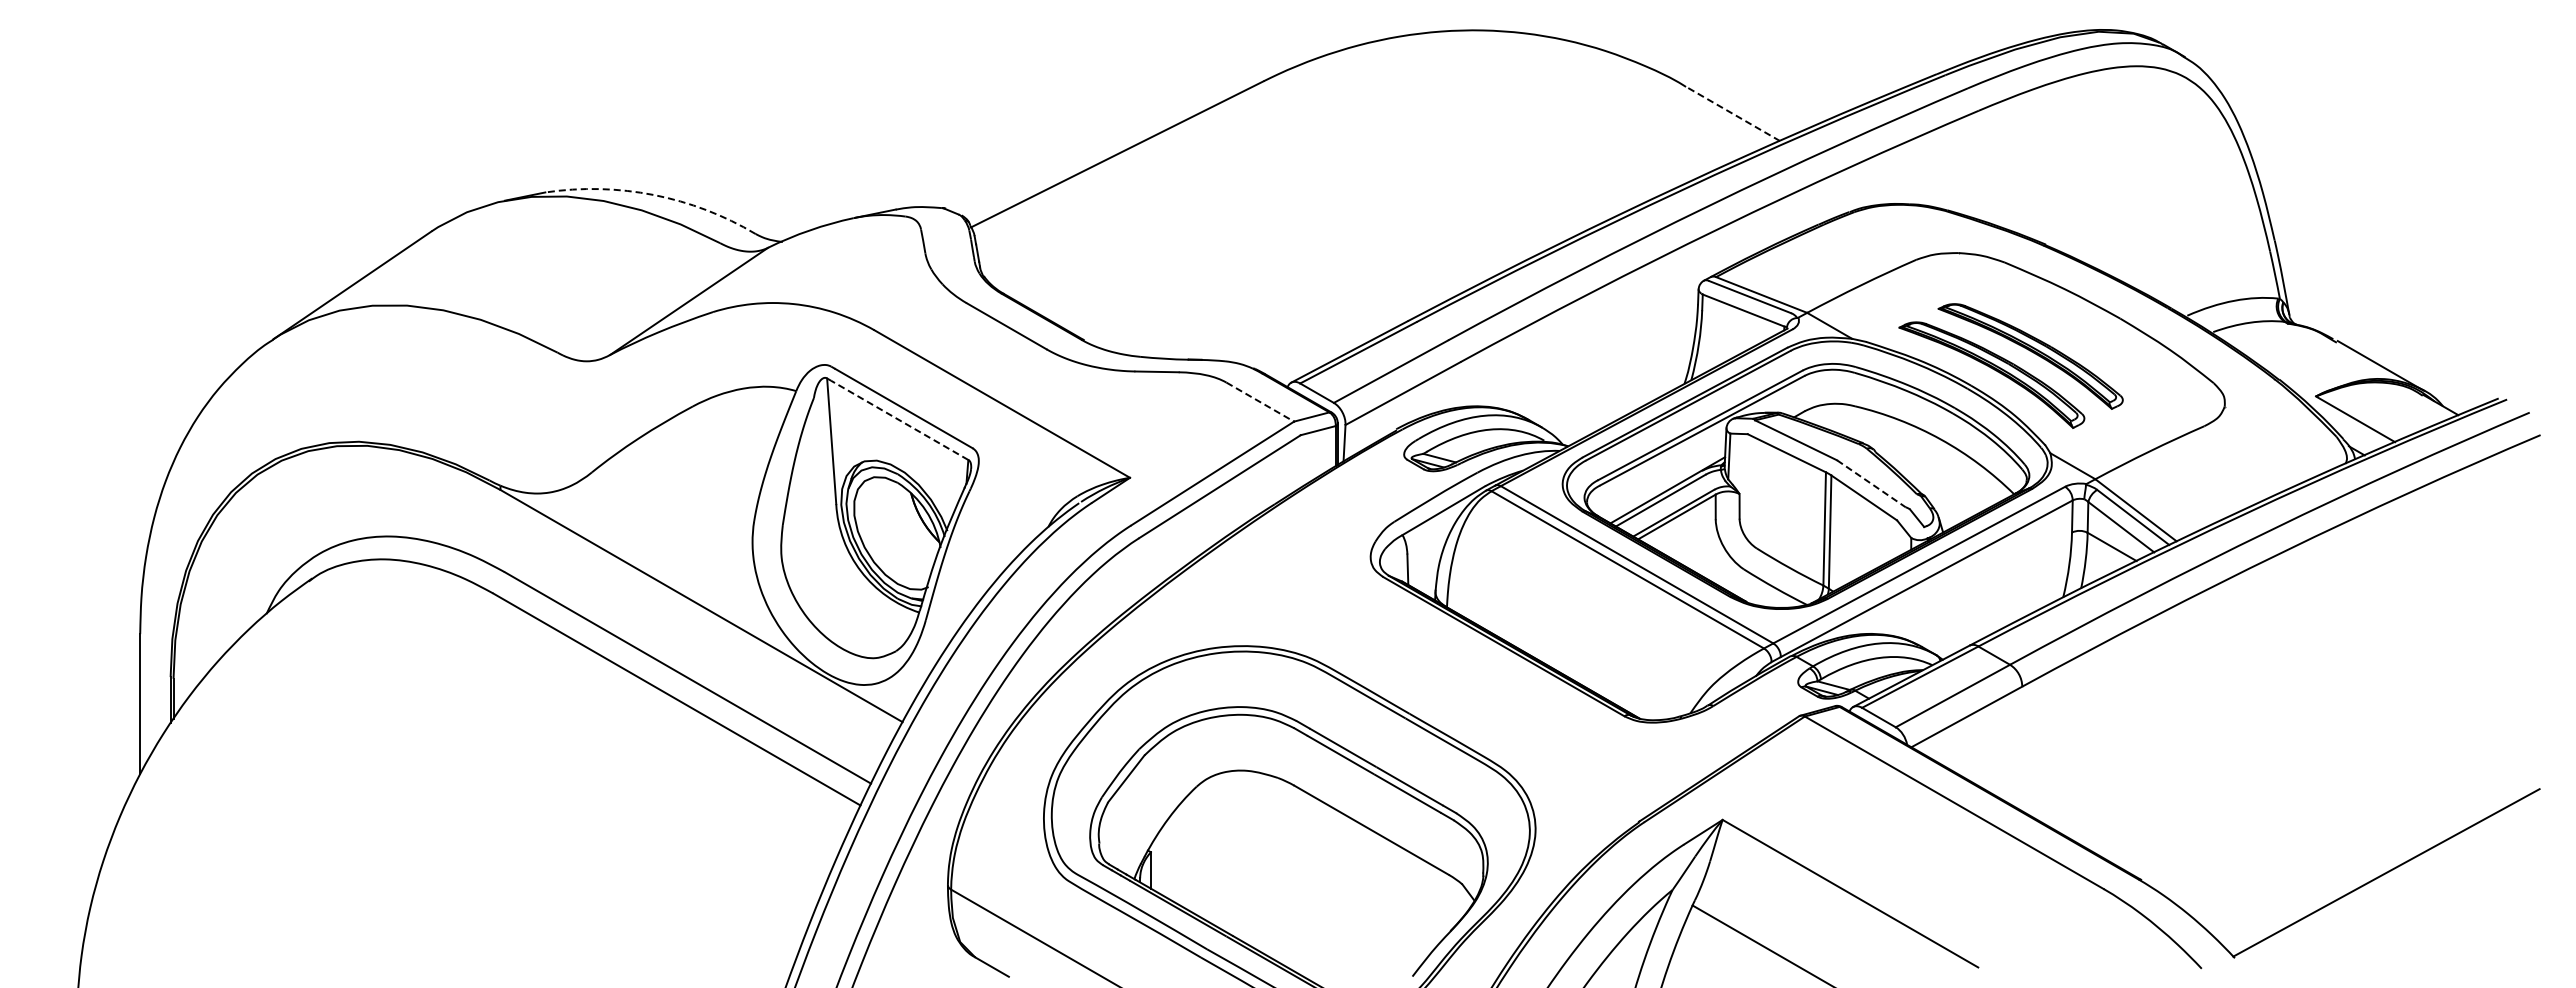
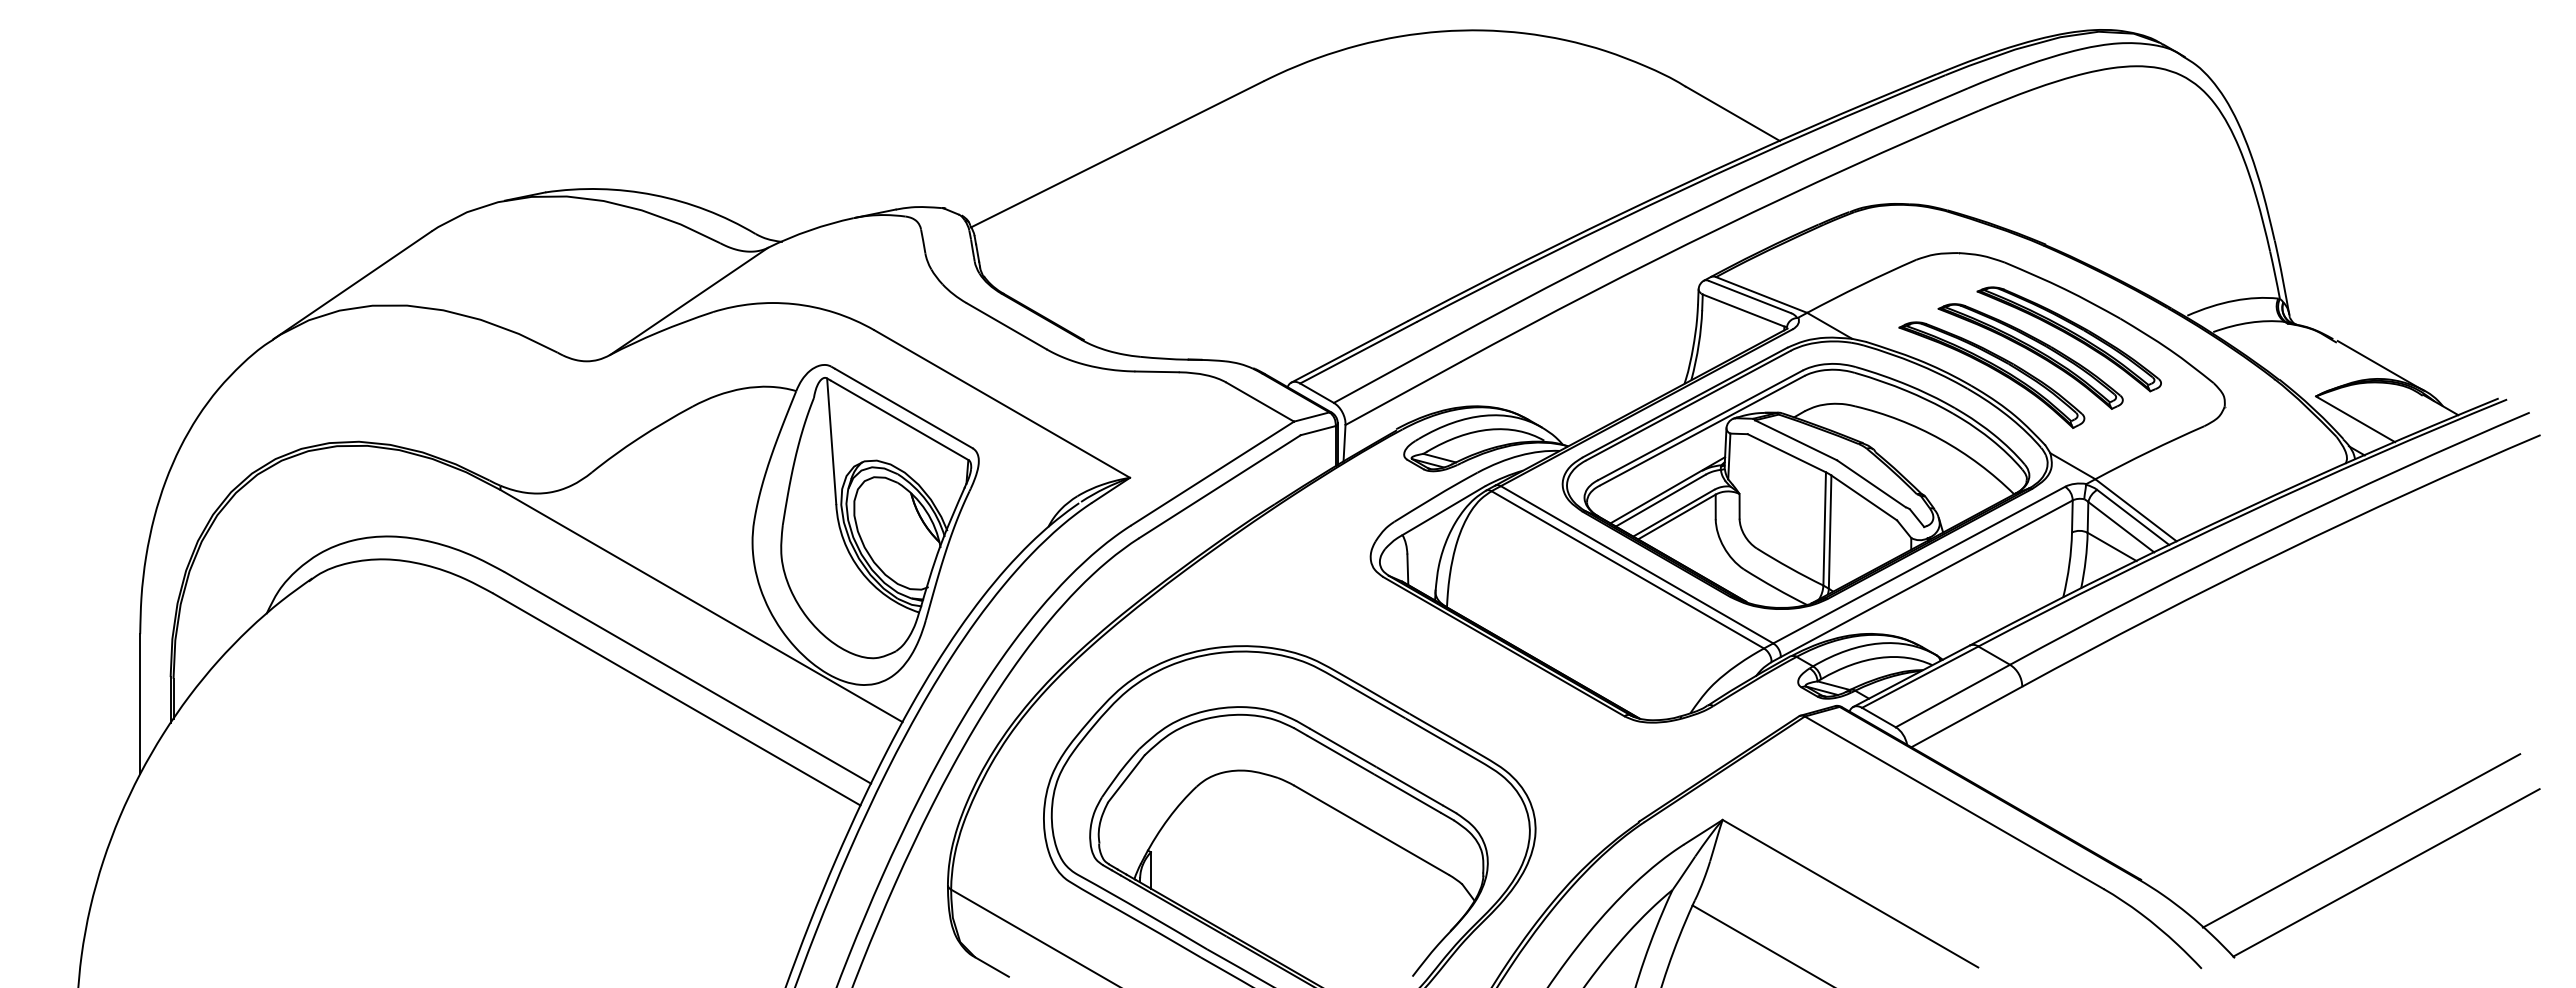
line at (1732, 113): dashed -> solid
arc at (654, 195): dashed -> solid
part at (2068, 339): none -> present
line at (1260, 402): dashed -> solid
line at (899, 420): dashed -> solid
line at (1871, 483): dashed -> solid
line at (2361, 840): none -> present
